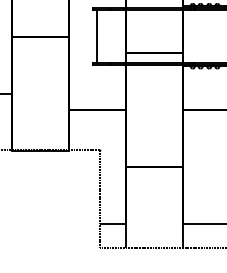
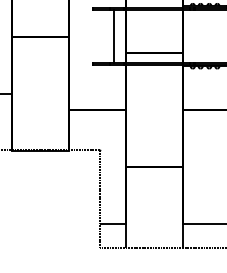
line at (97, 35) position: (97, 35) -> (114, 35)
